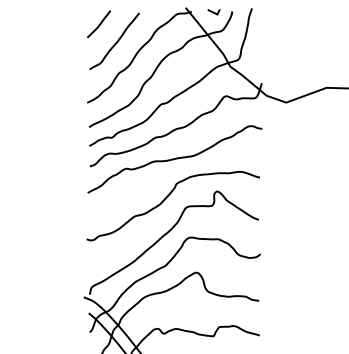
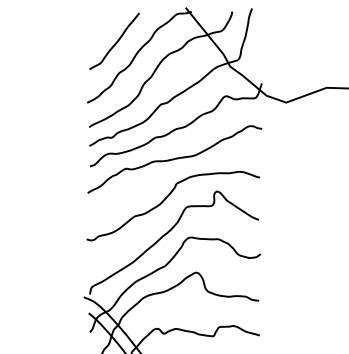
line at (213, 12): present -> none
line at (99, 24): present -> none
